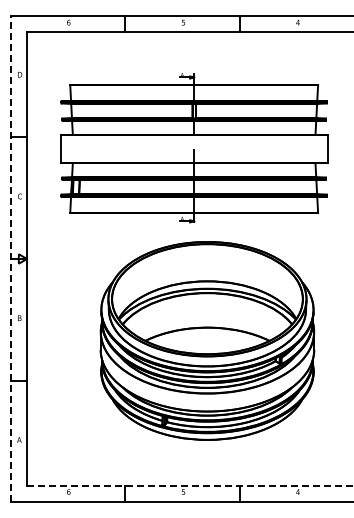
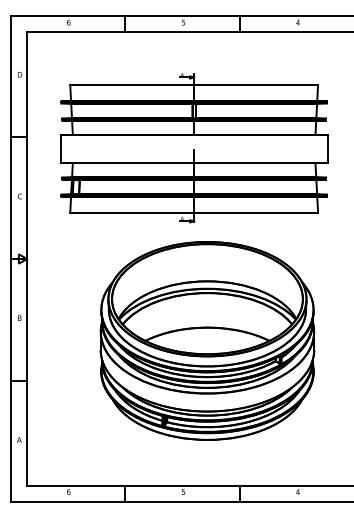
line at (10, 258): dashed -> solid
line at (190, 486): dashed -> solid
